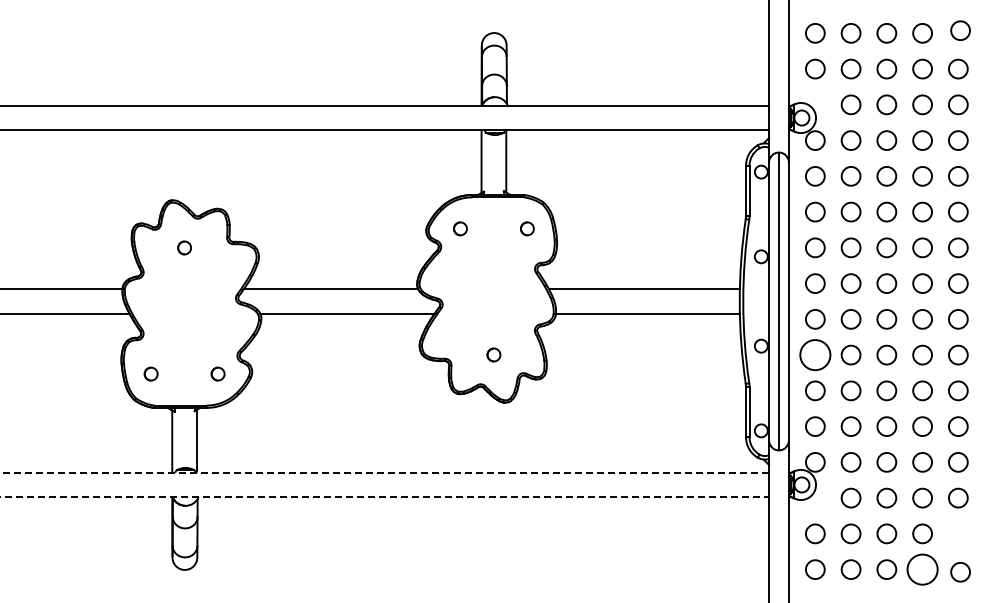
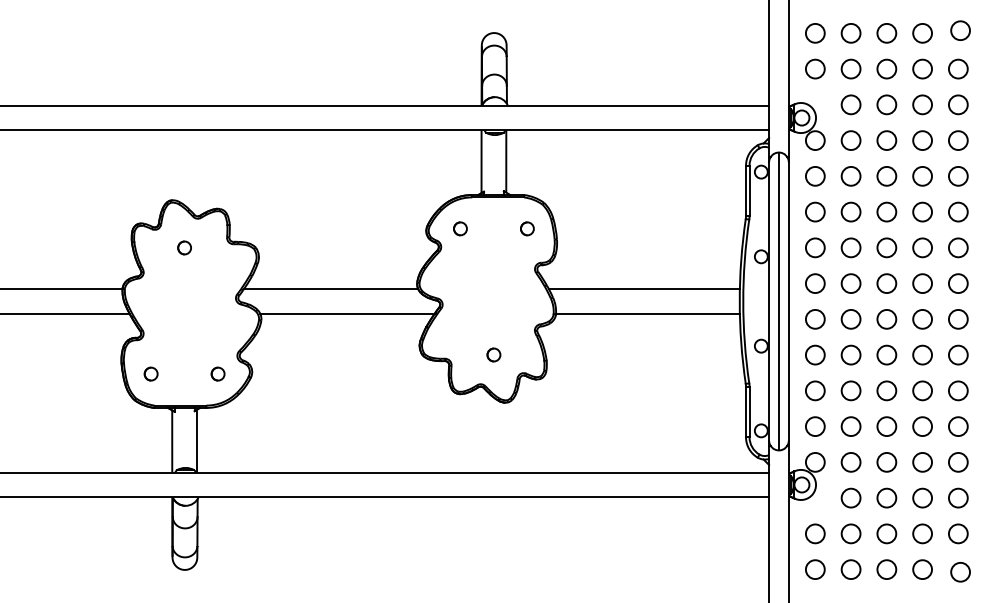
circle at (815, 355) diameter: 30 px -> 19 px
line at (384, 472): dashed -> solid
line at (385, 497): dashed -> solid
circle at (958, 533): none -> present
circle at (922, 569) diameter: 30 px -> 19 px
